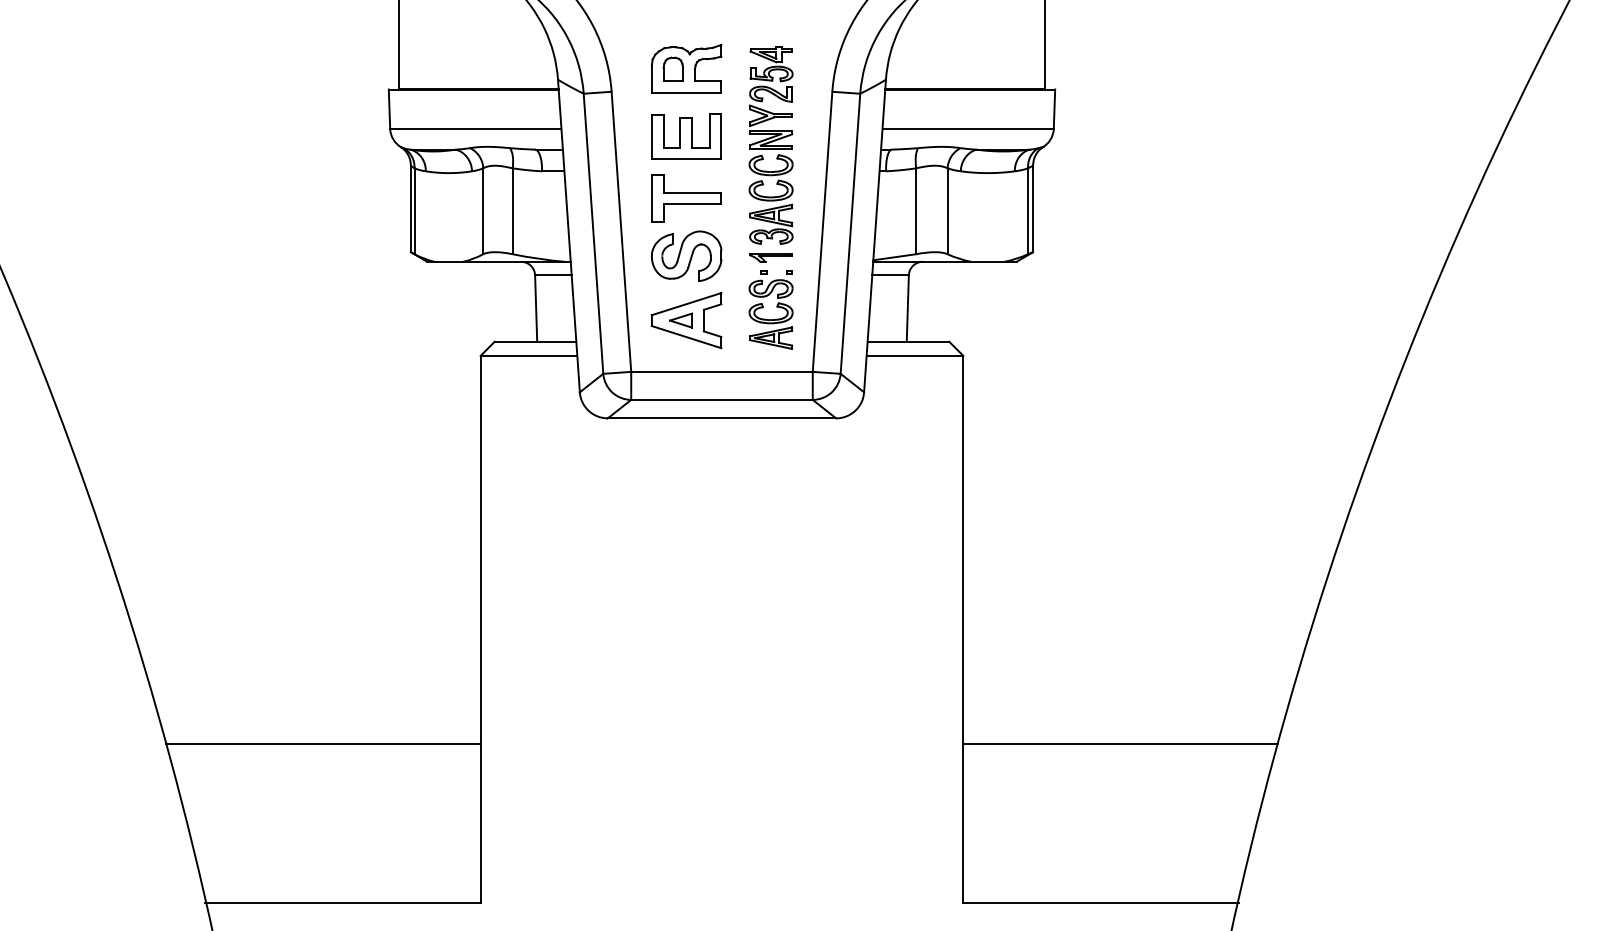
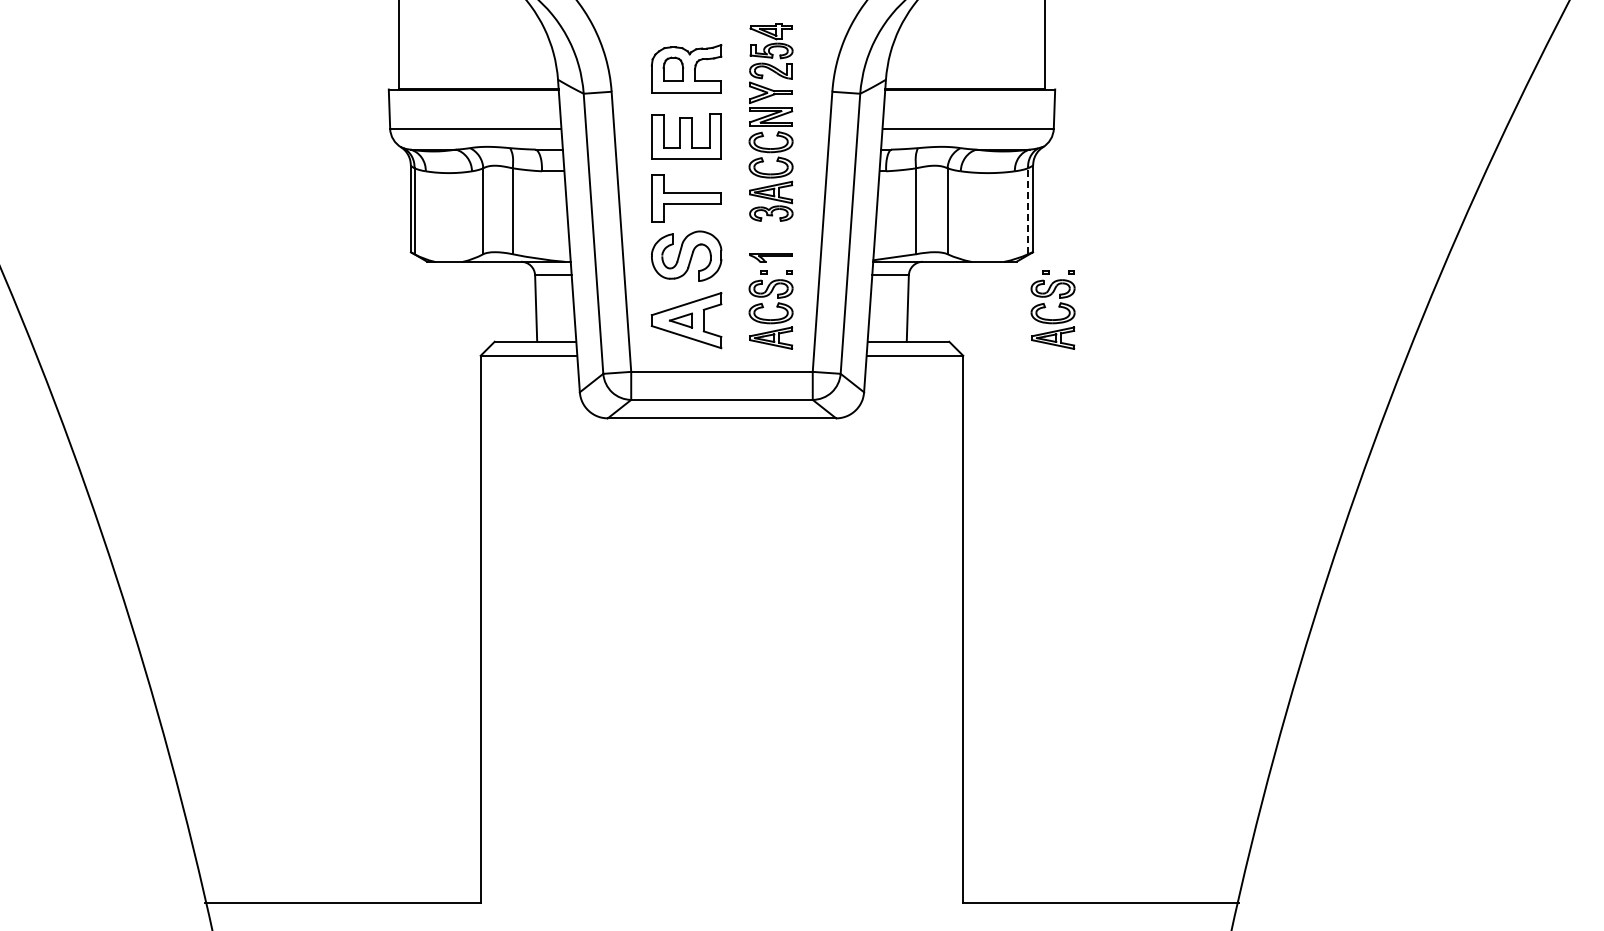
part at (770, 145) position: (770, 145) -> (770, 122)
line at (1028, 211): solid -> dashed
part at (1058, 307): none -> present
line at (322, 744): present -> none
line at (1120, 744): present -> none
